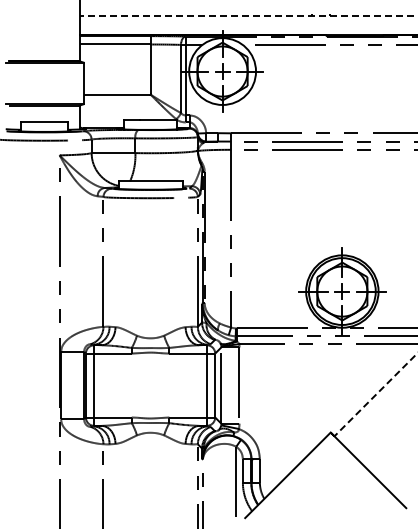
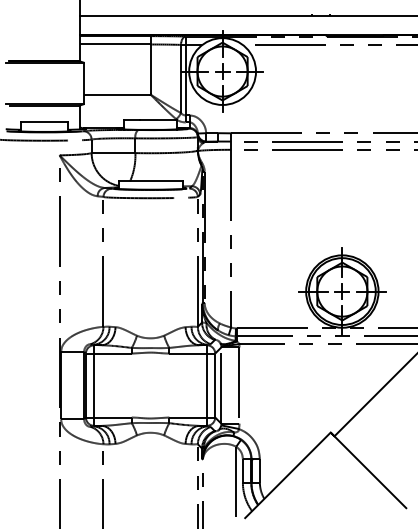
line at (249, 15): dashed -> solid
line at (376, 394): dashed -> solid
